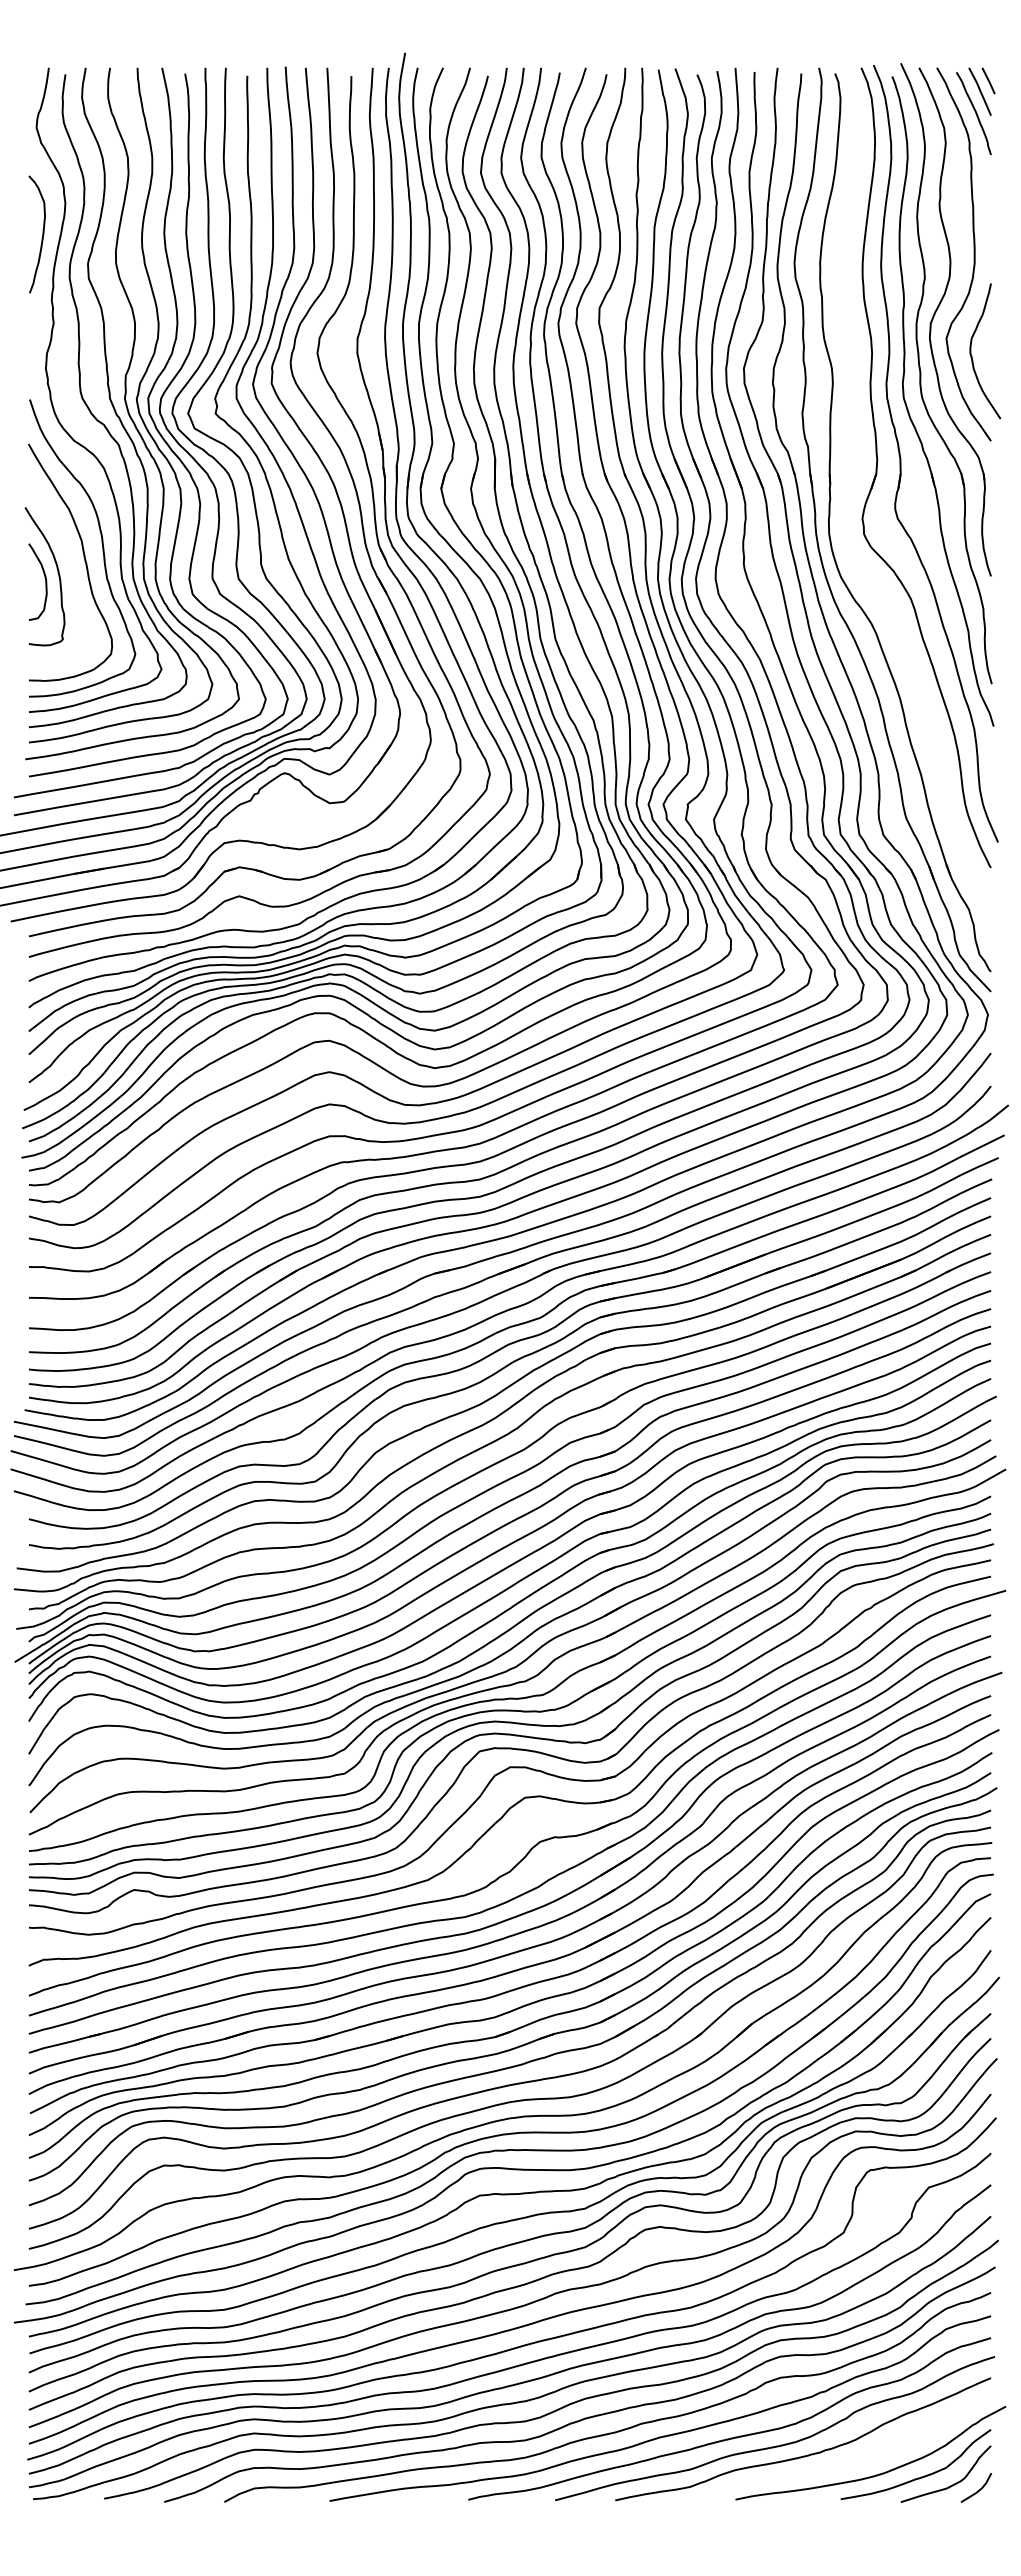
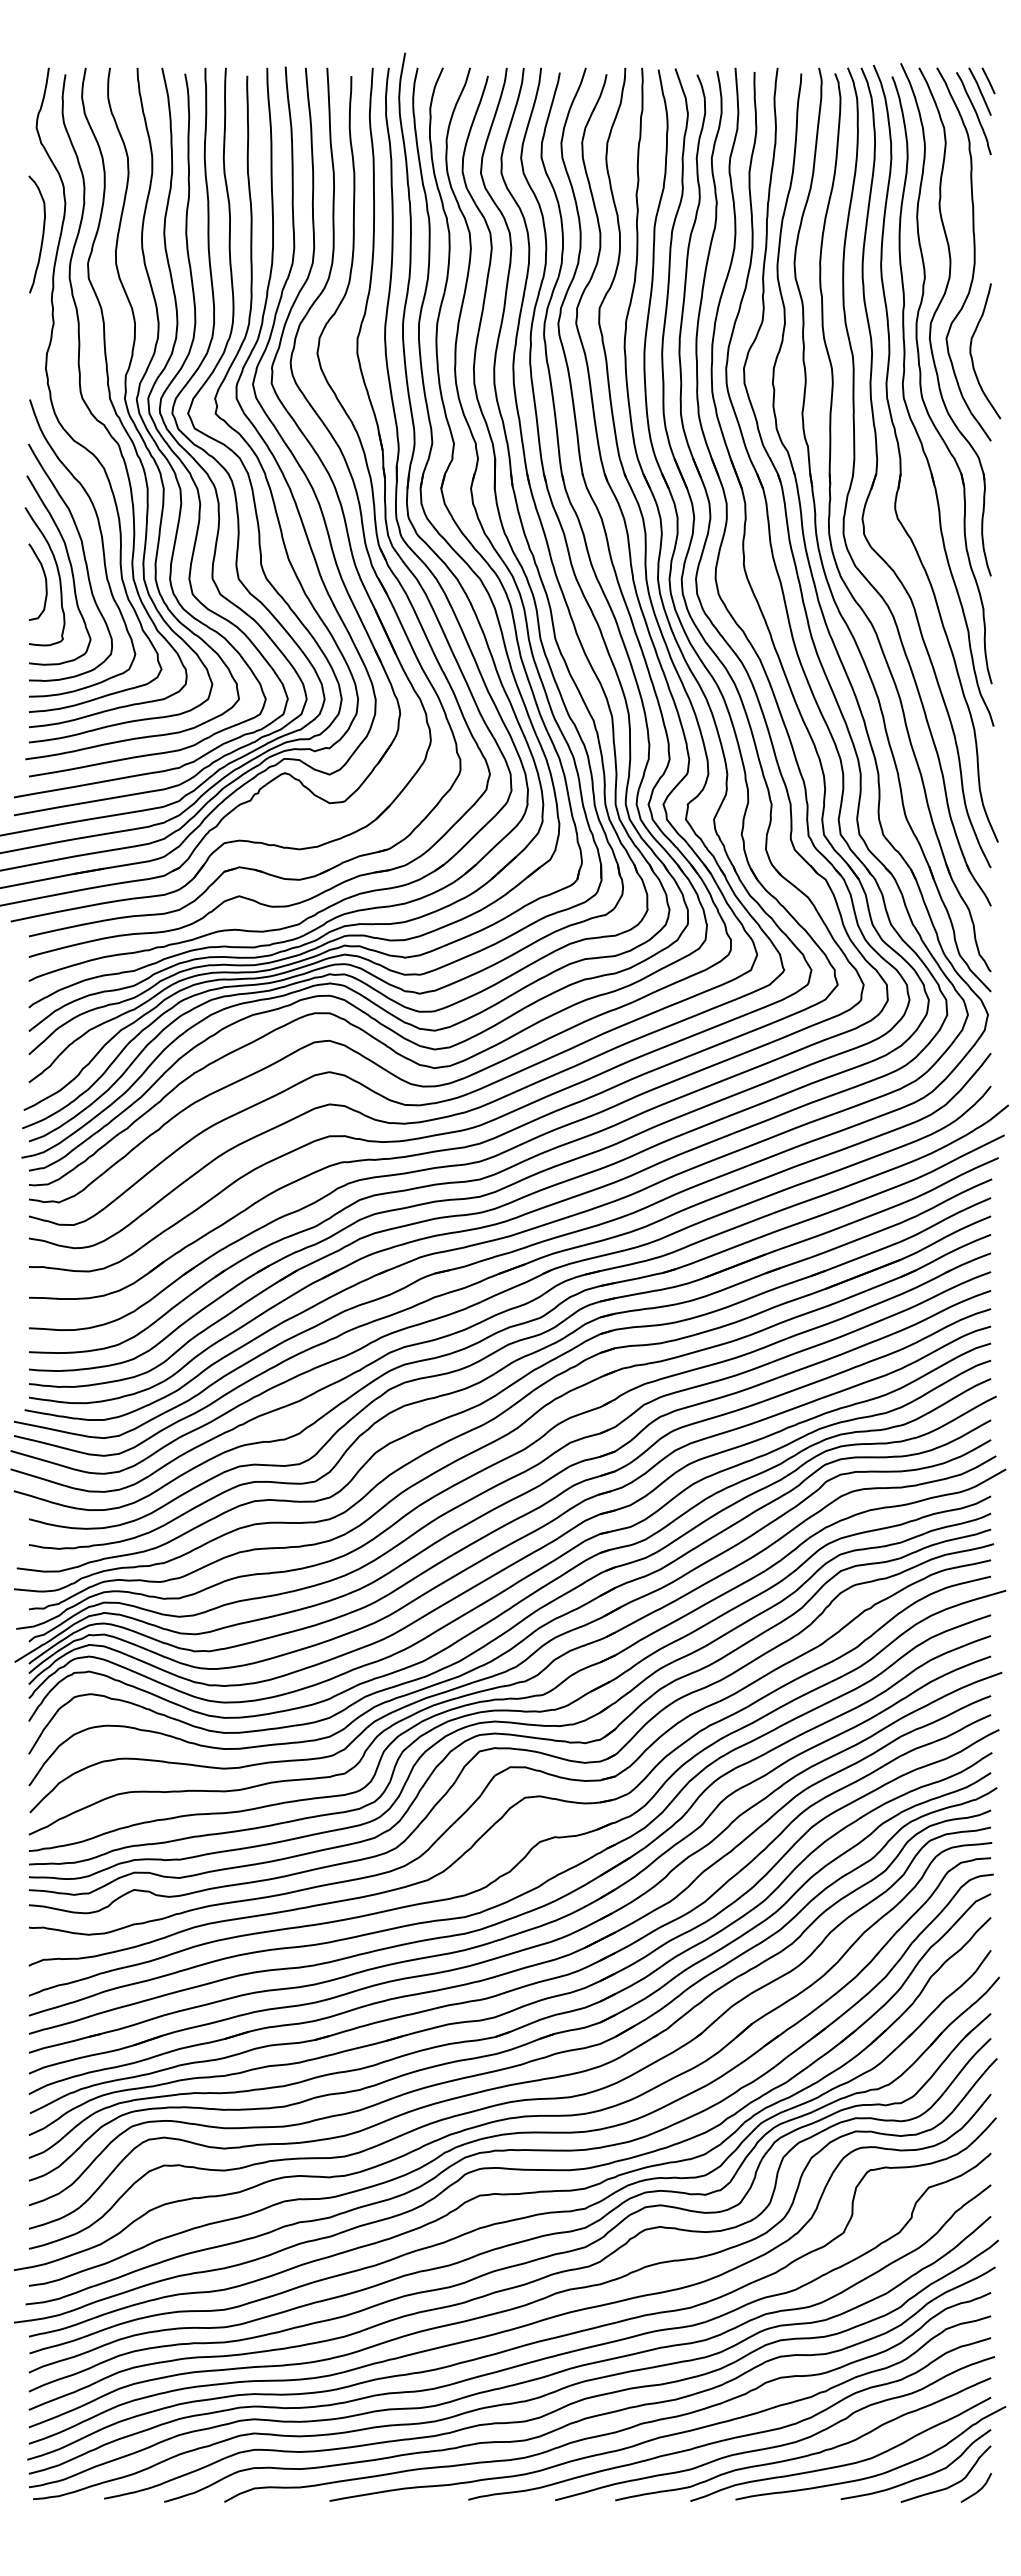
part at (854, 474): none -> present
curve at (70, 568): none -> present
curve at (842, 2464): none -> present
